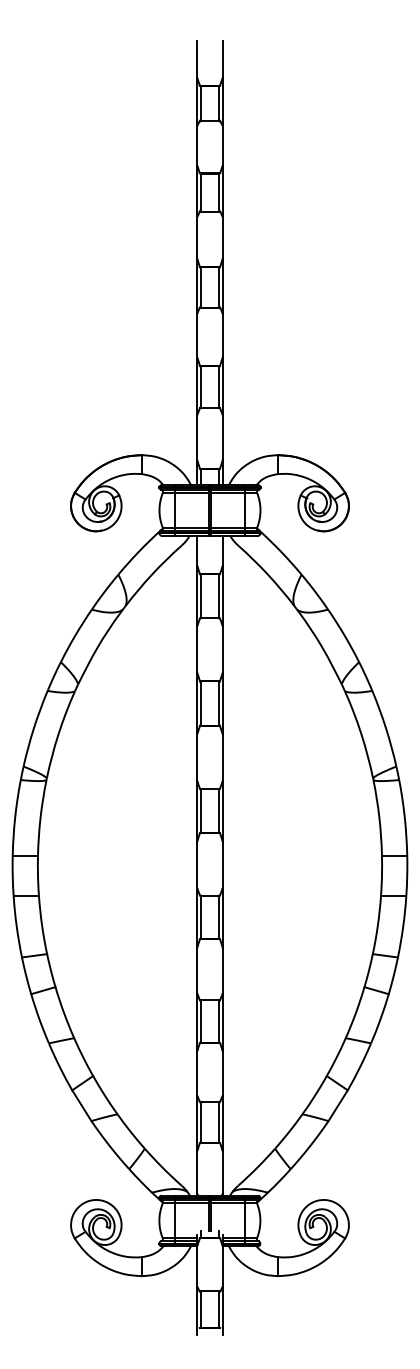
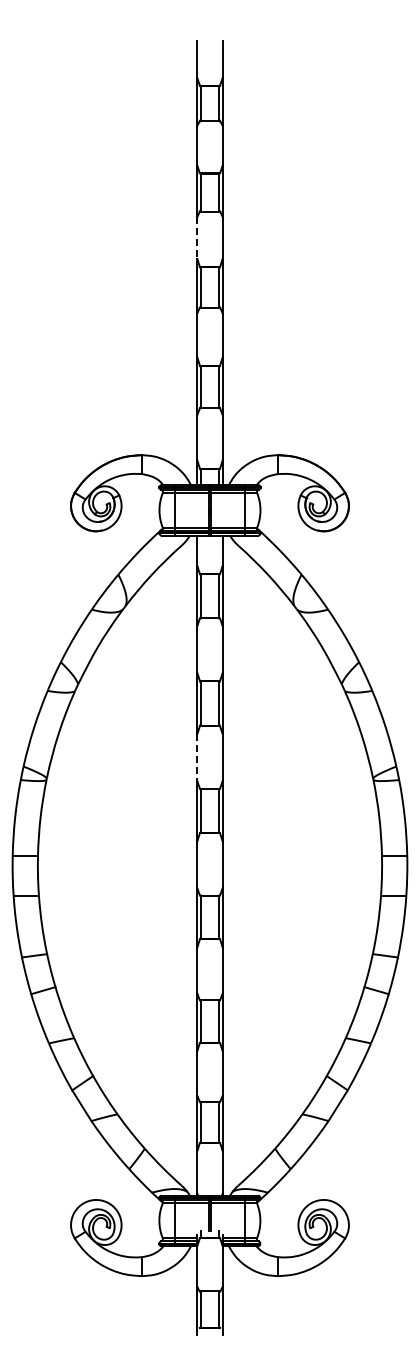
line at (197, 238): solid -> dashed
line at (197, 757): solid -> dashed
